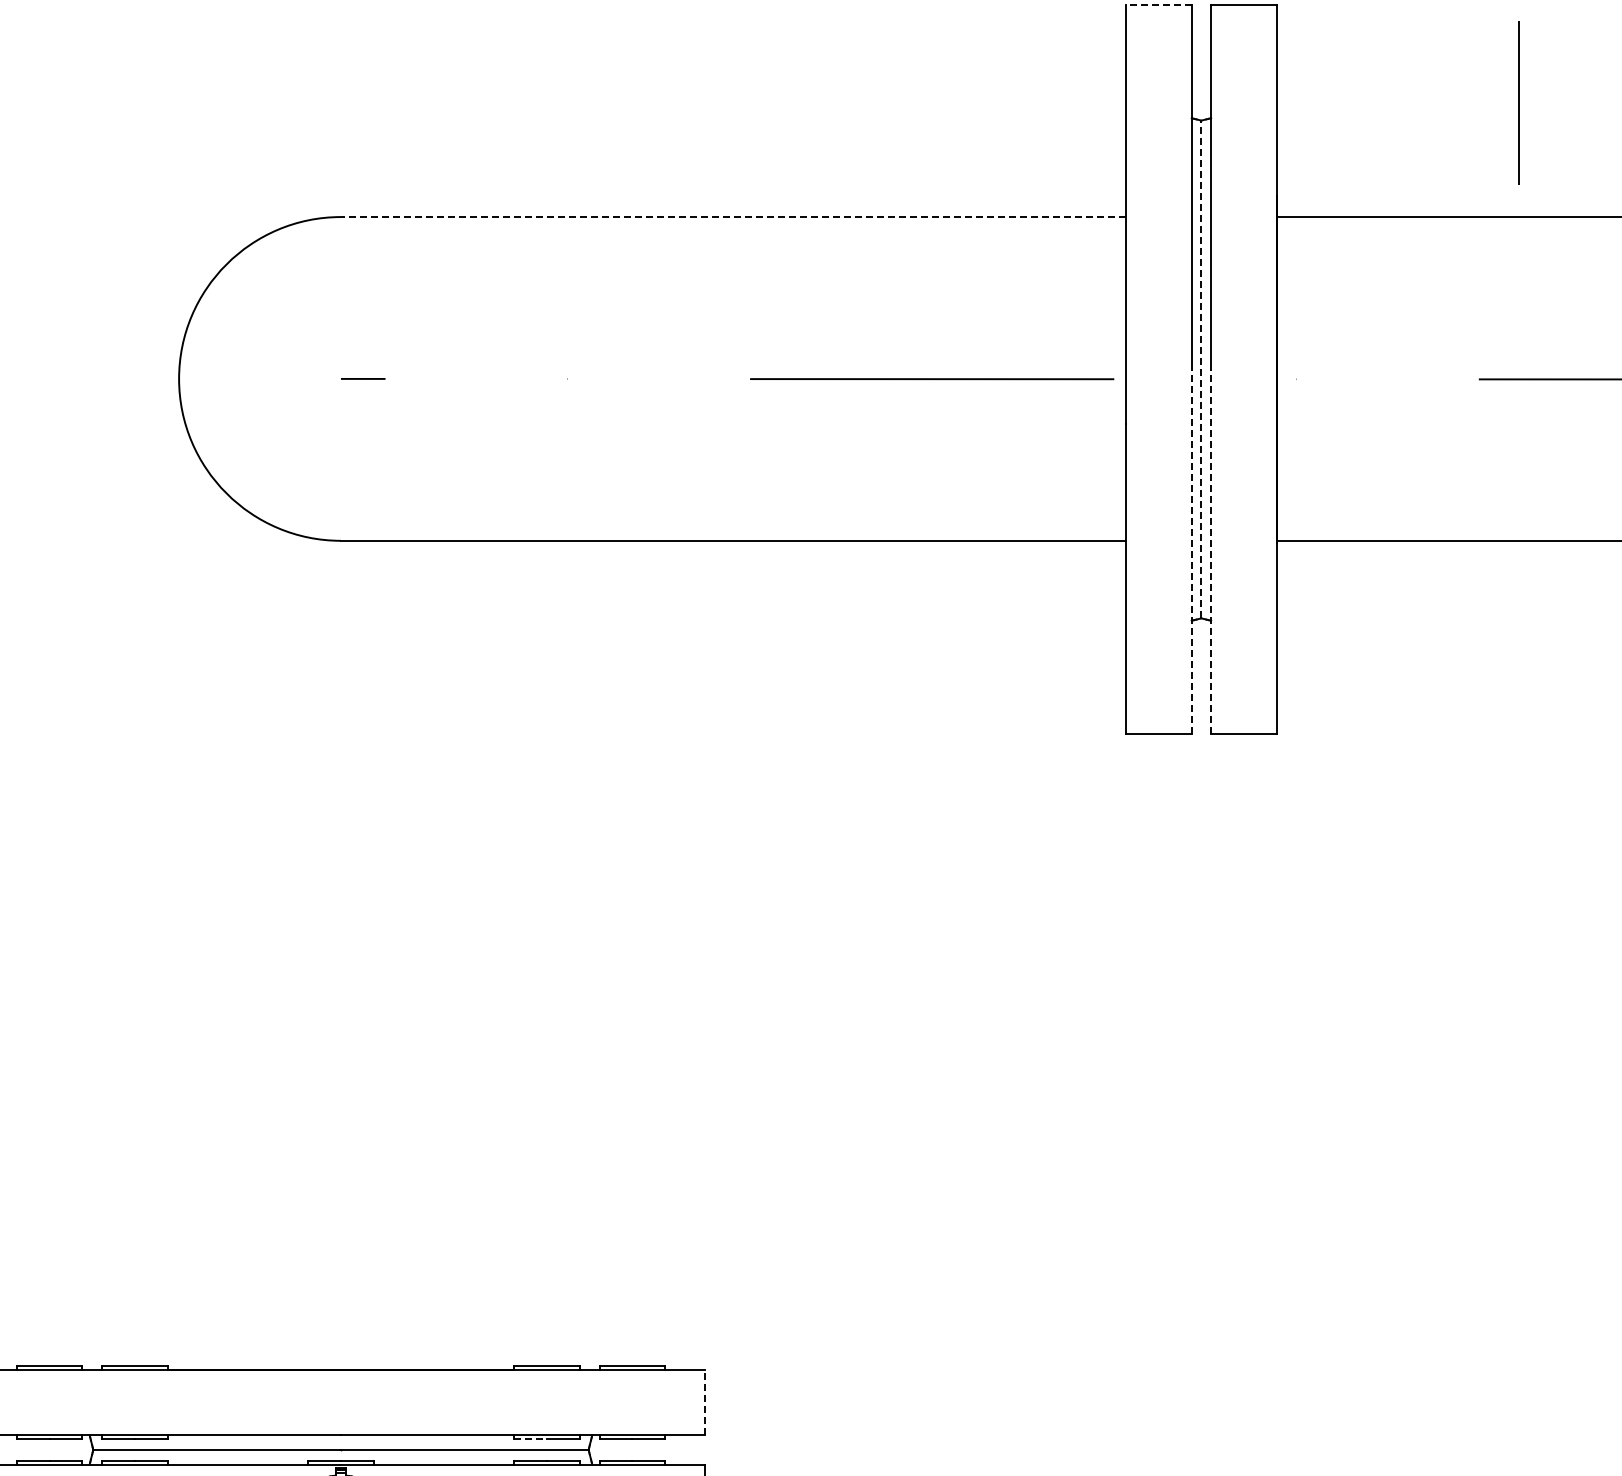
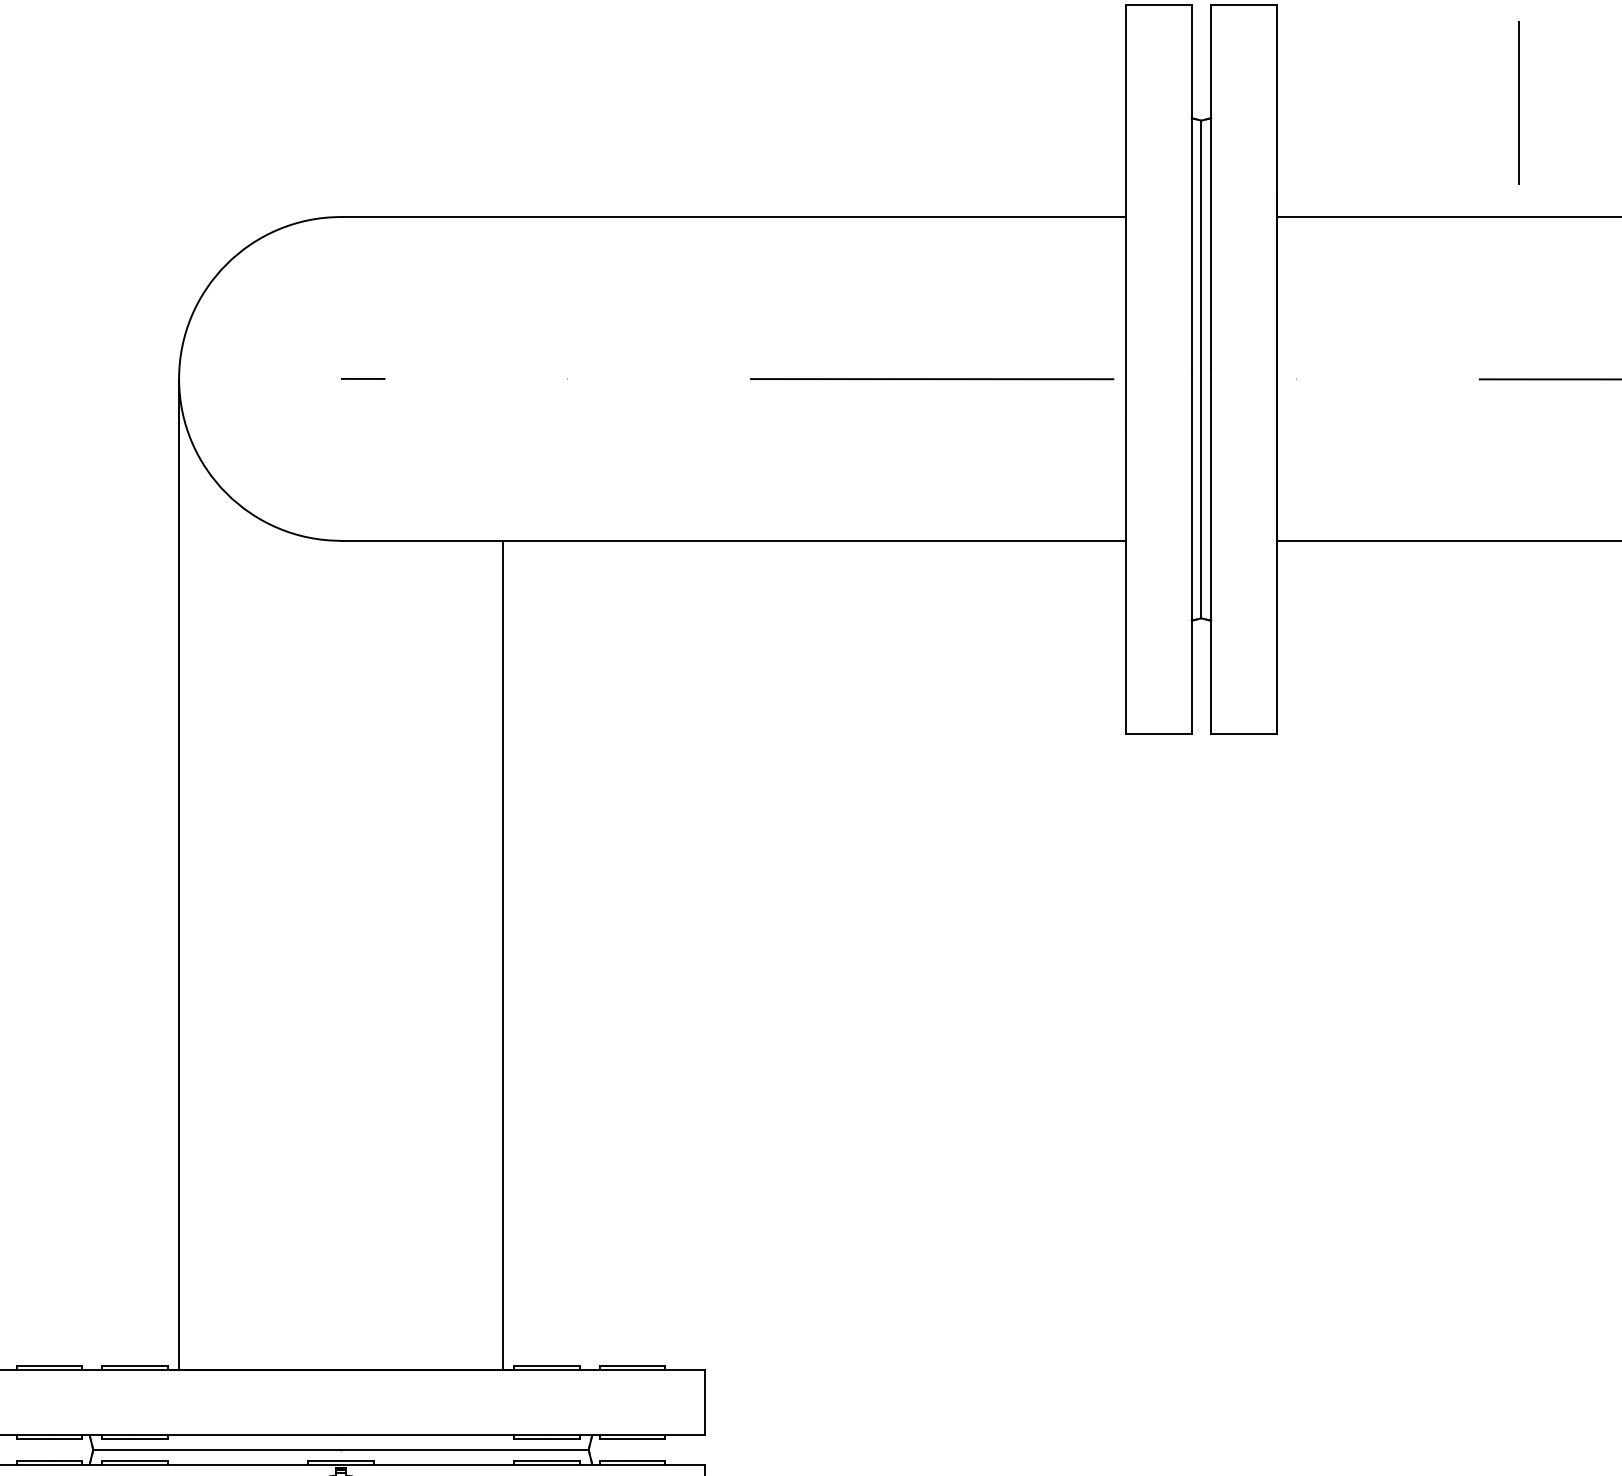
line at (1158, 5): dashed -> solid
line at (733, 217): dashed -> solid
line at (1201, 369): dashed -> solid
line at (1191, 551): dashed -> solid
line at (1211, 551): dashed -> solid
line at (179, 873): none -> present
line at (502, 954): none -> present
line at (705, 1402): dashed -> solid
line at (531, 1439): dashed -> solid
